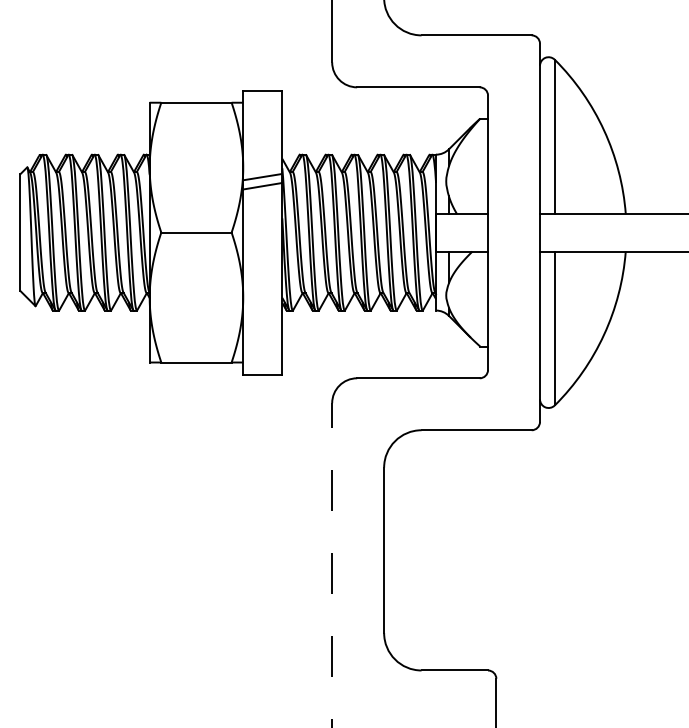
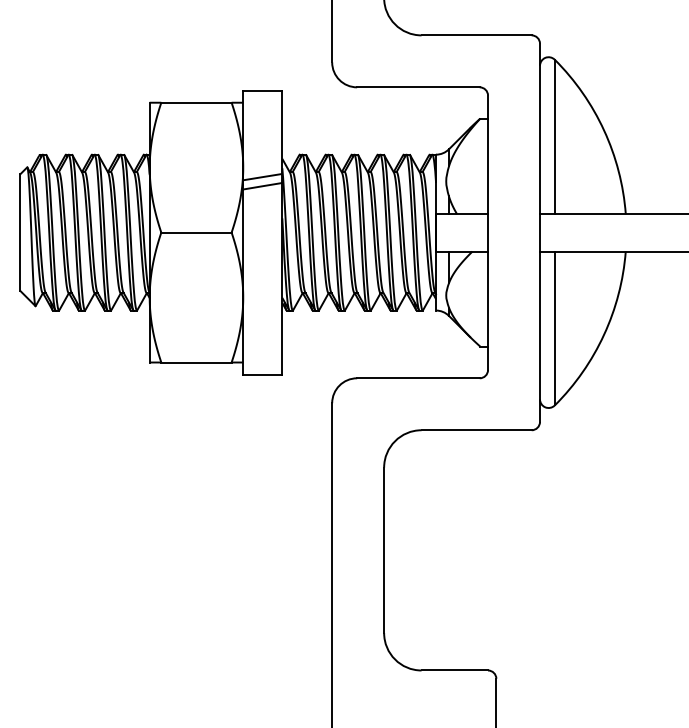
line at (332, 564): dashed -> solid
